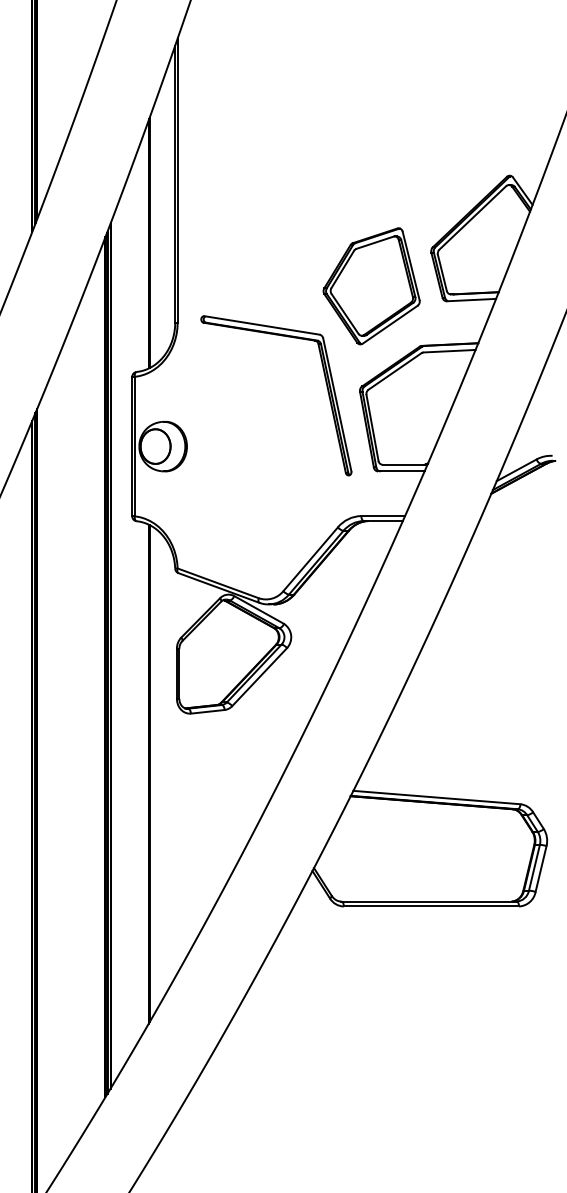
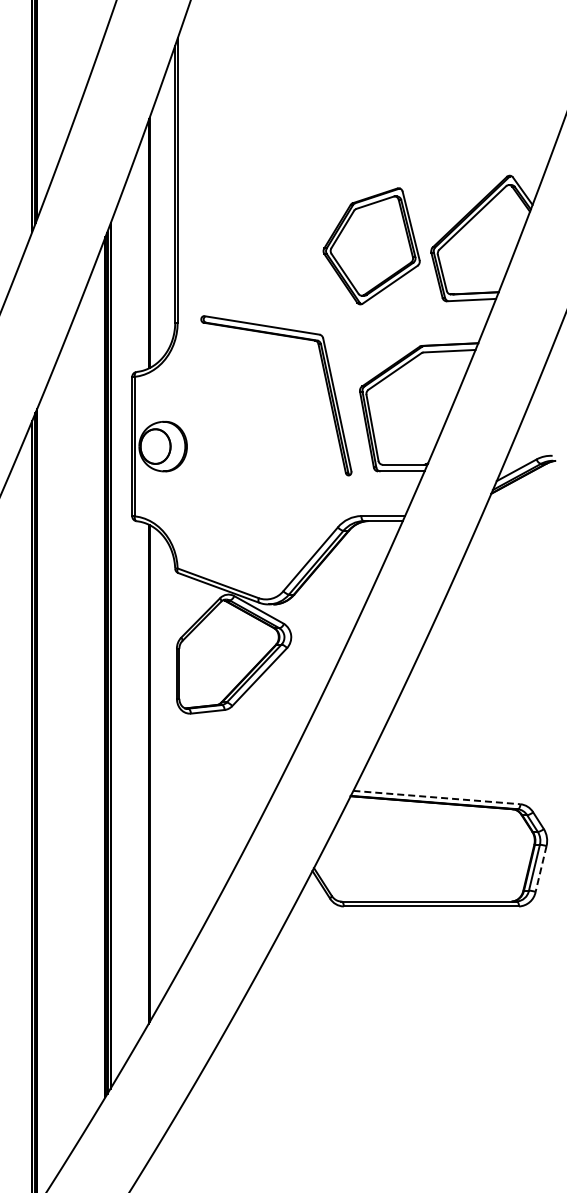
part at (371, 286) position: (371, 286) -> (371, 246)
line at (436, 797): solid -> dashed
line at (541, 868): solid -> dashed
